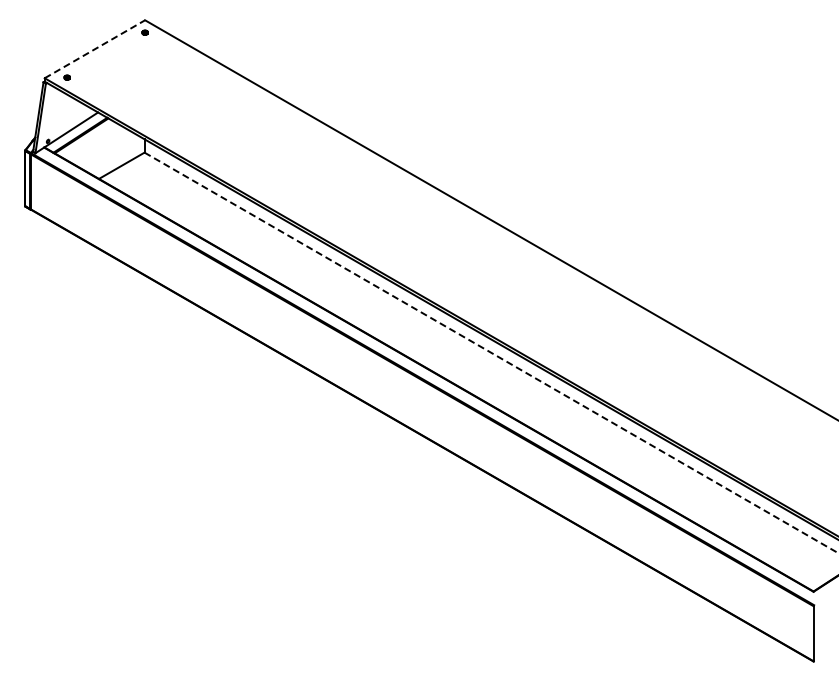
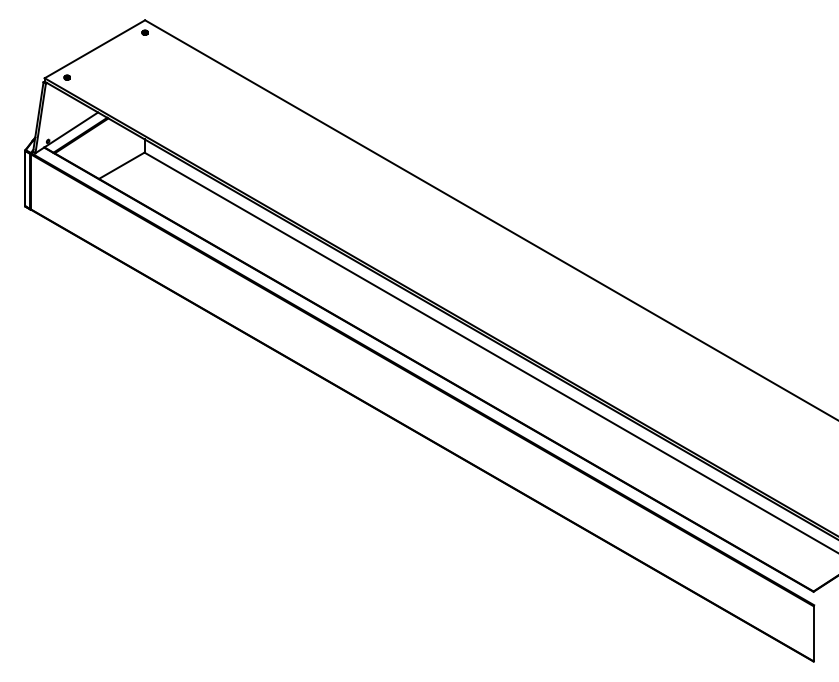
line at (94, 49): dashed -> solid
line at (491, 352): dashed -> solid
